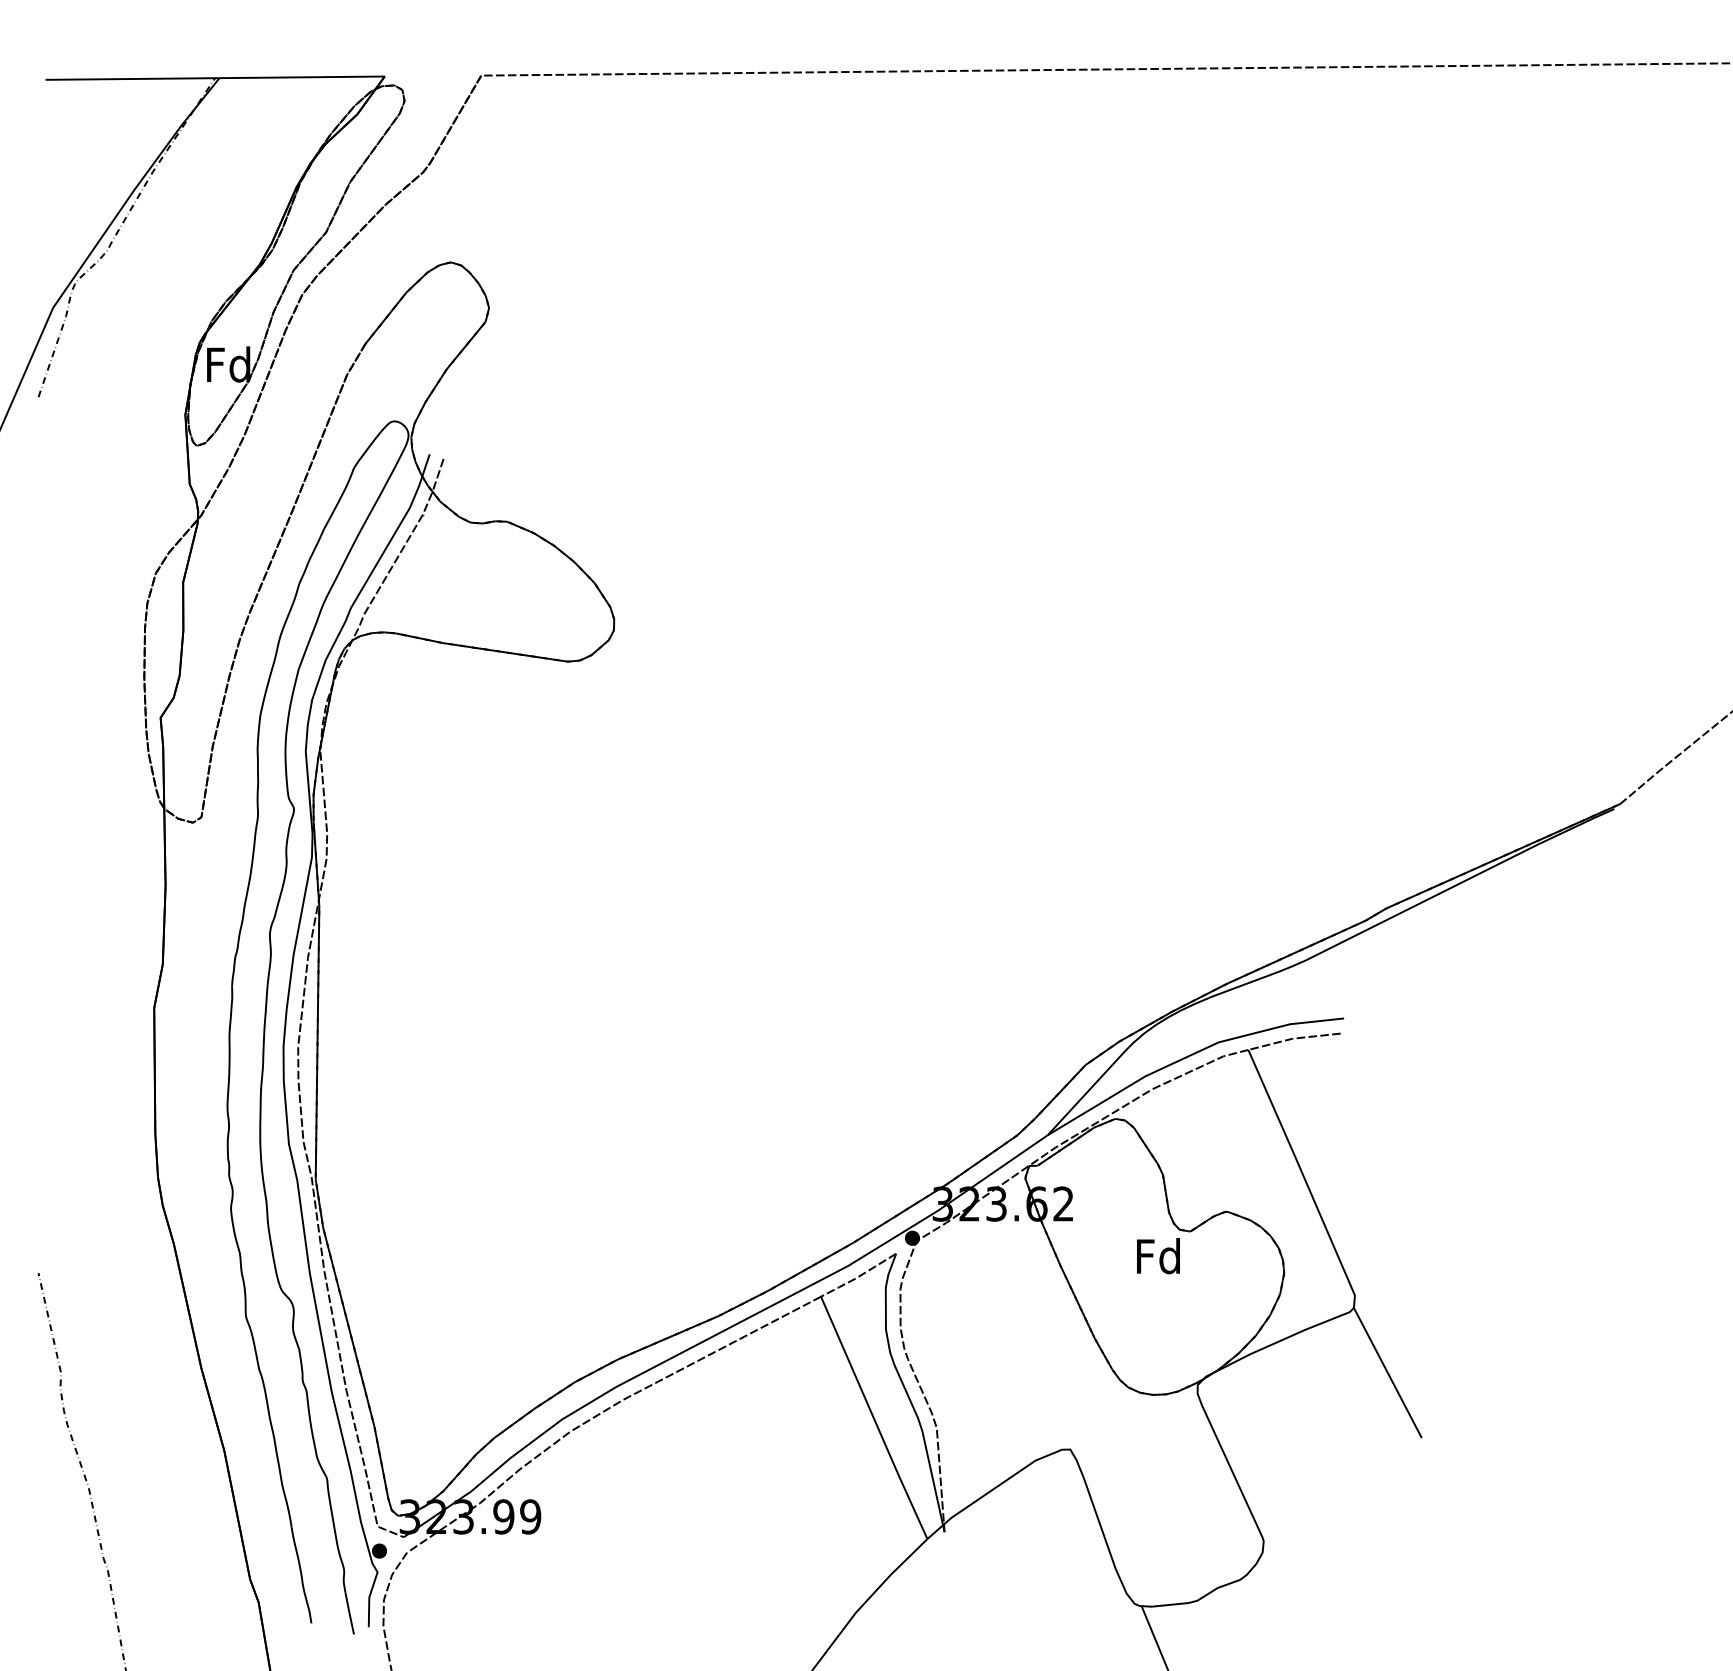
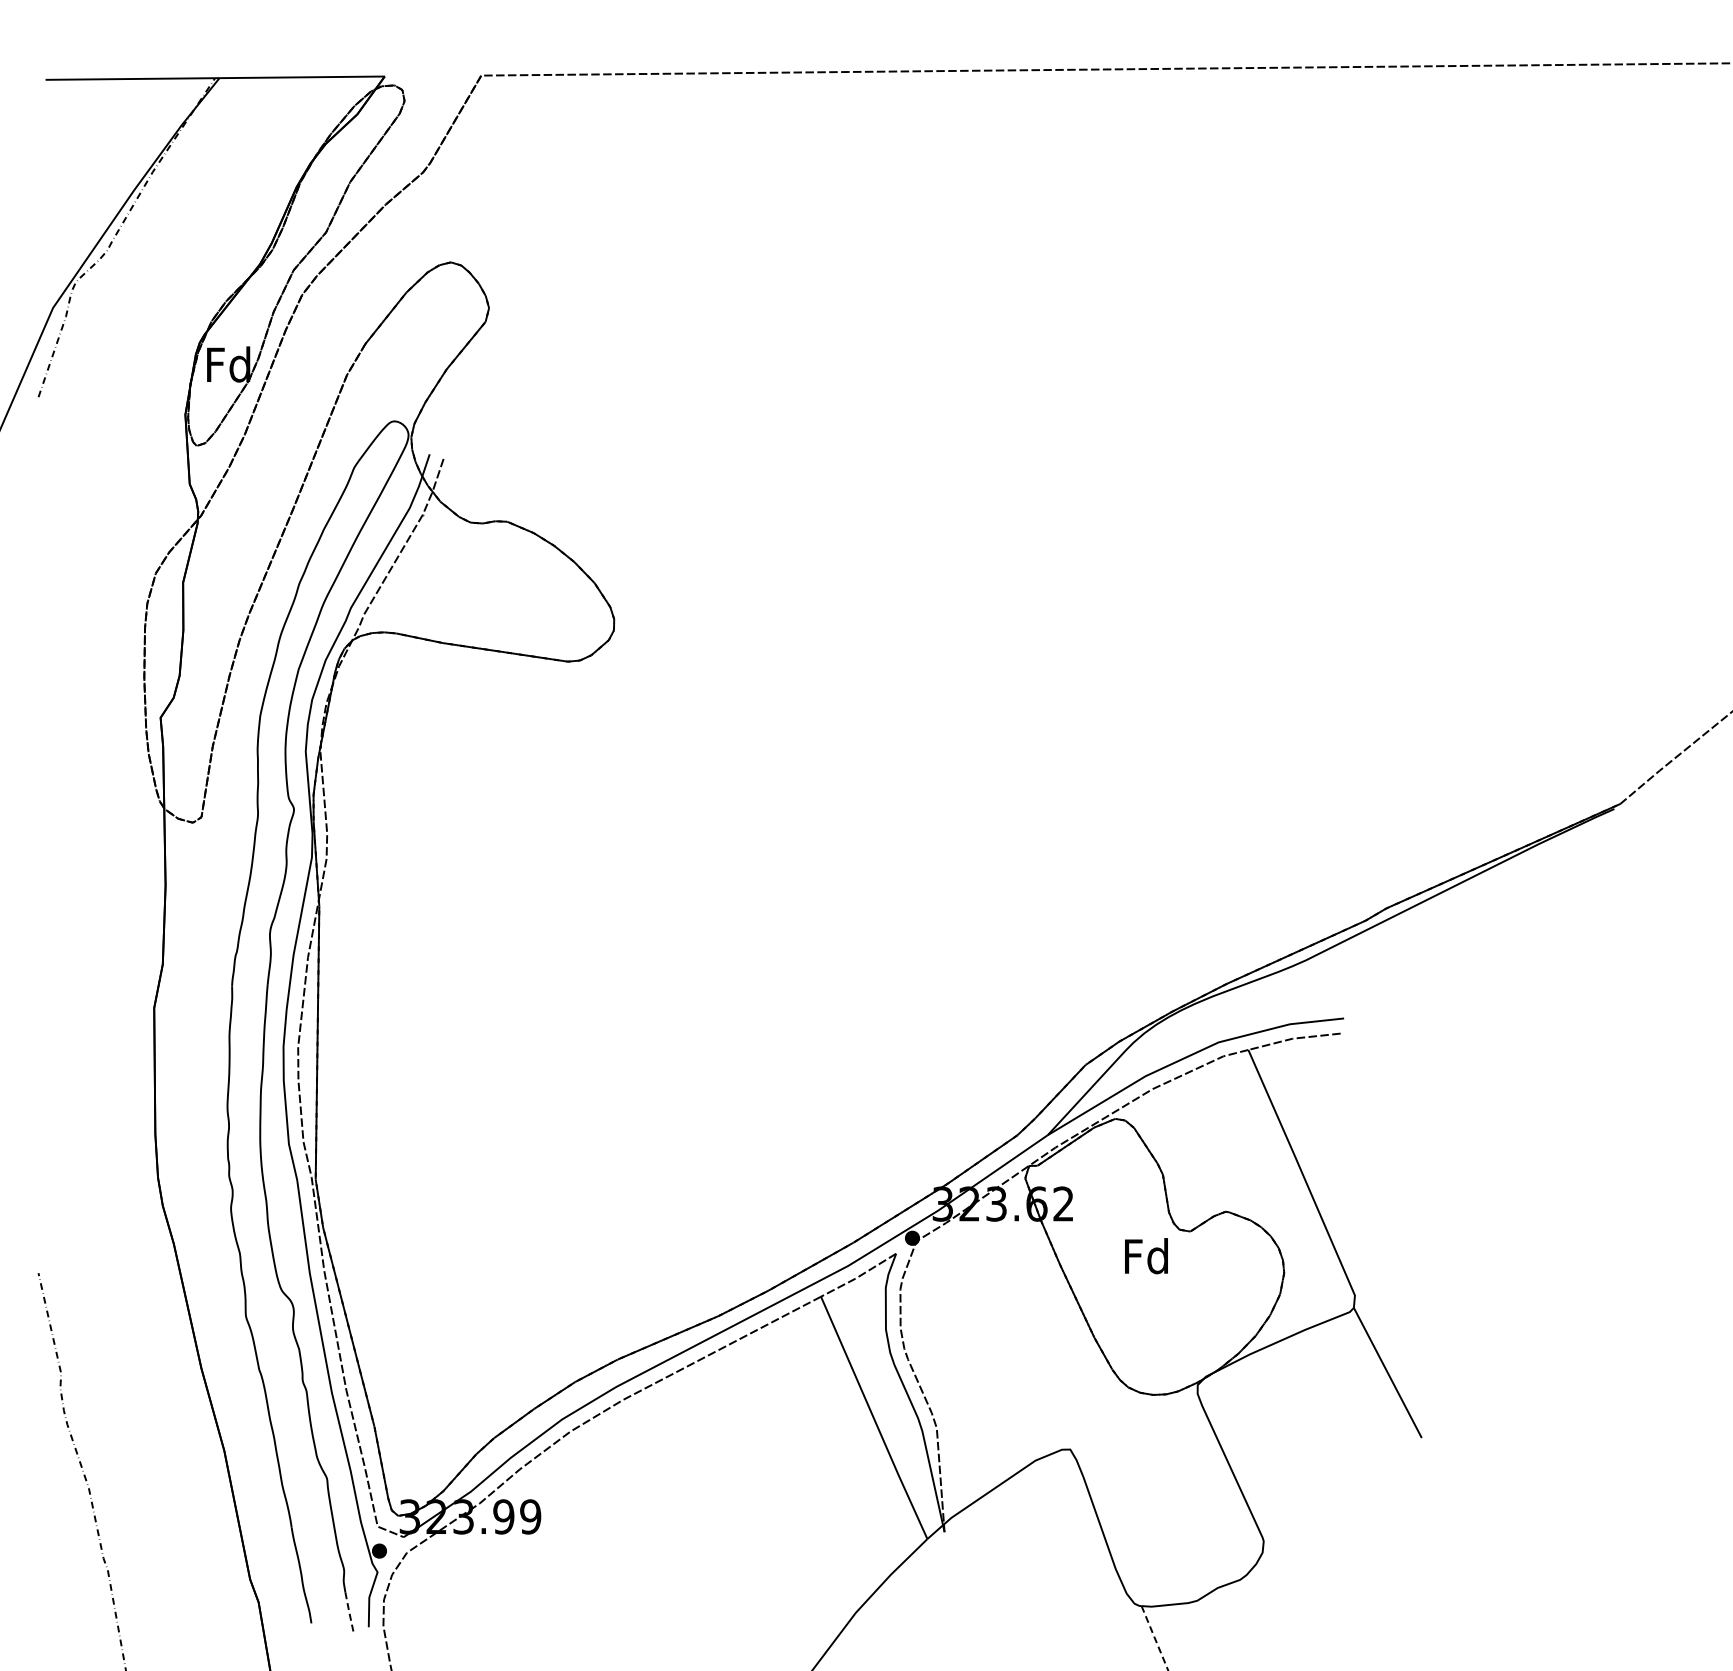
text at (1158, 1256) position: (1158, 1256) -> (1146, 1256)
line at (349, 1613): solid -> dashed
line at (1154, 1638): solid -> dashed
